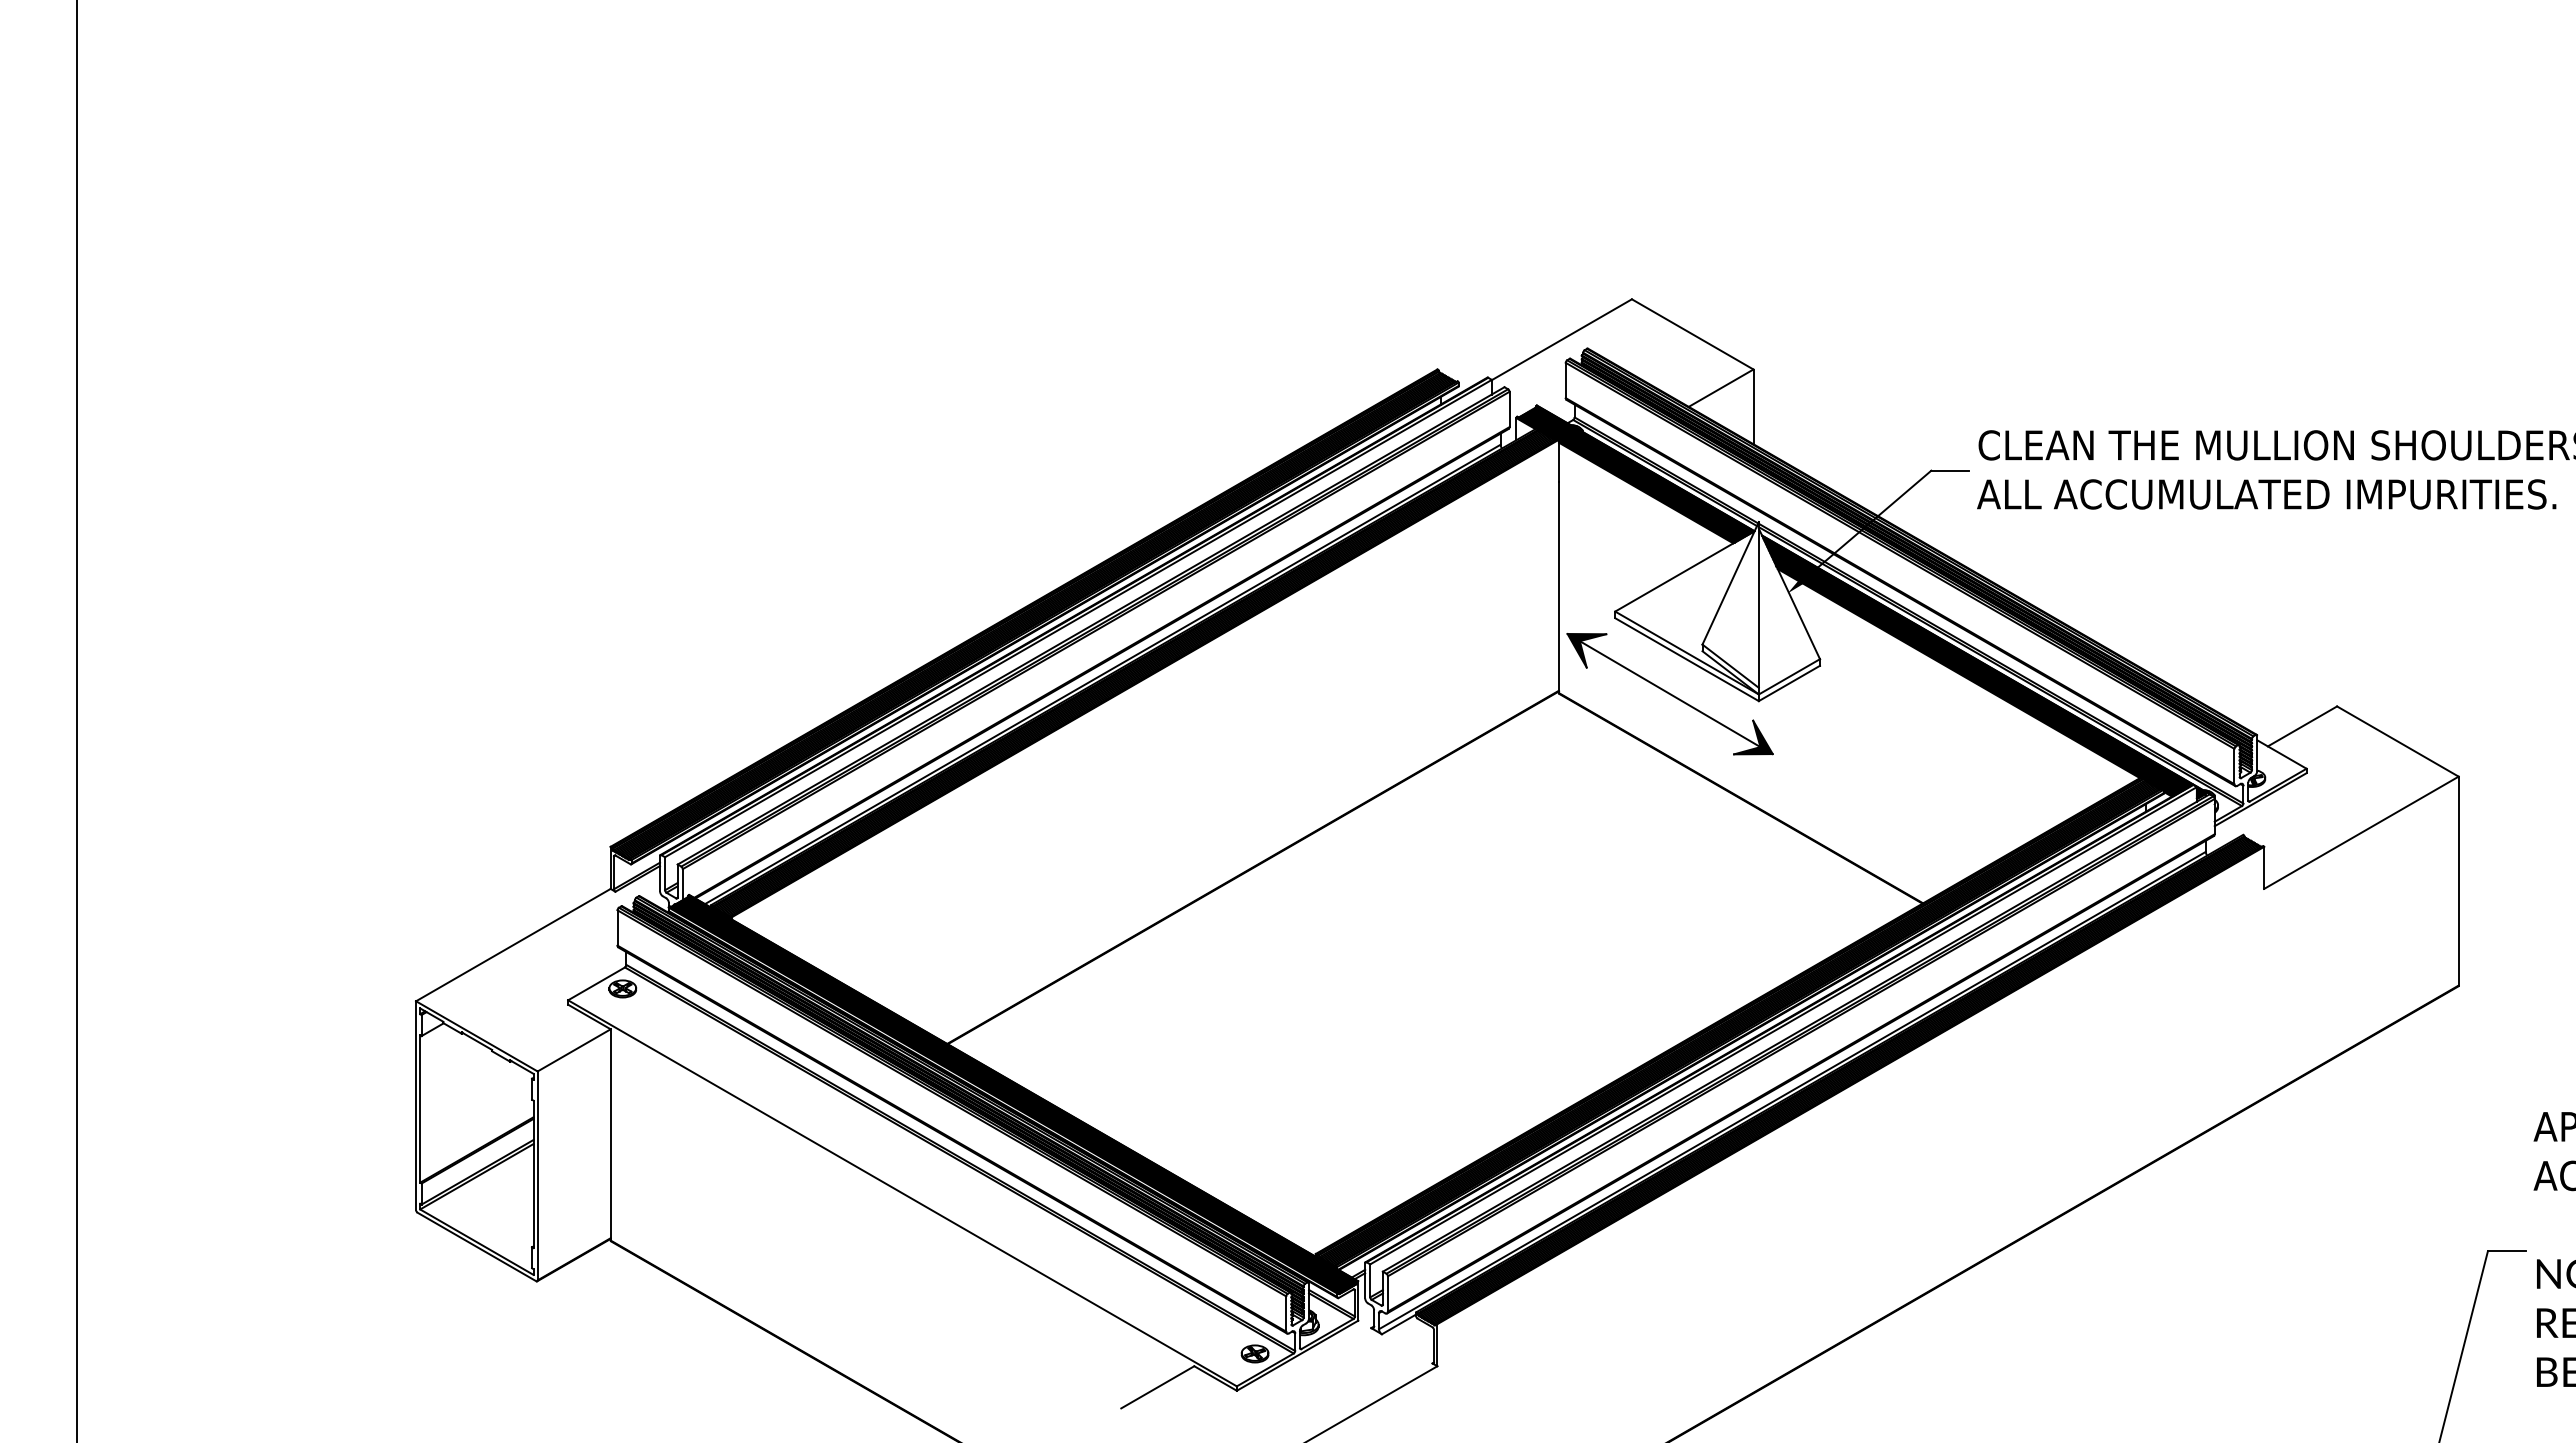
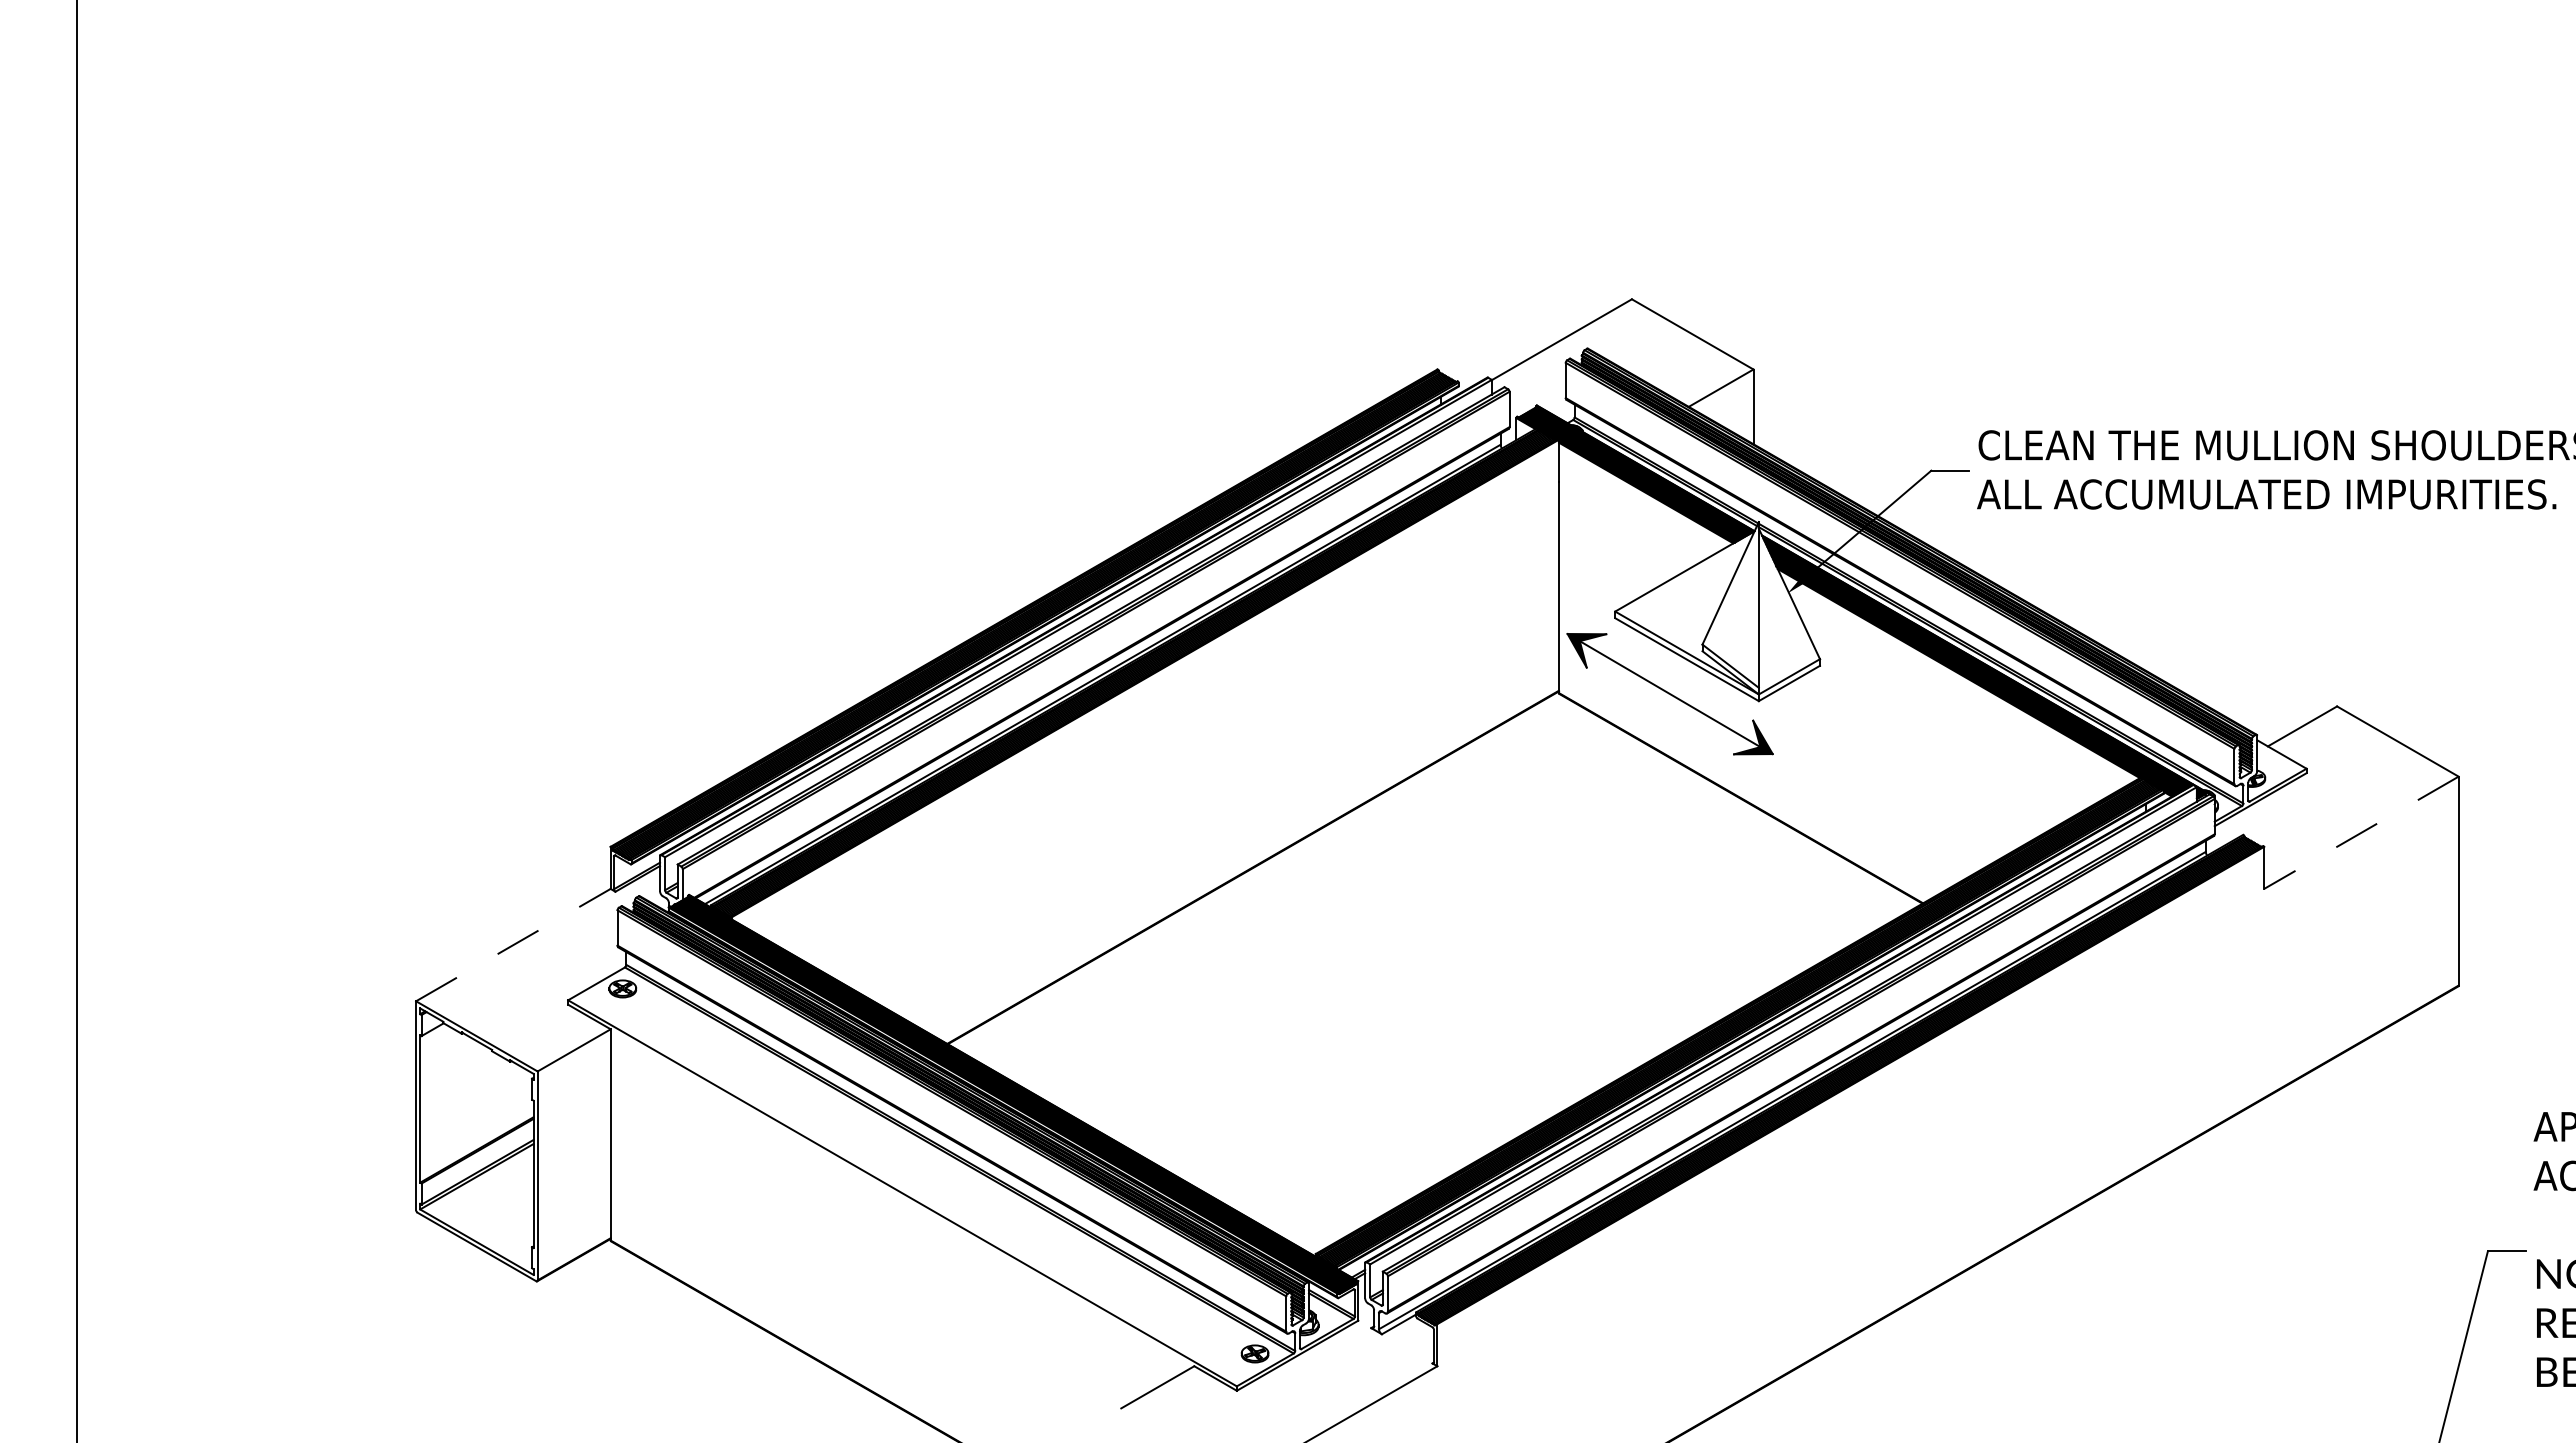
line at (2360, 833): solid -> dashed
line at (513, 944): solid -> dashed
